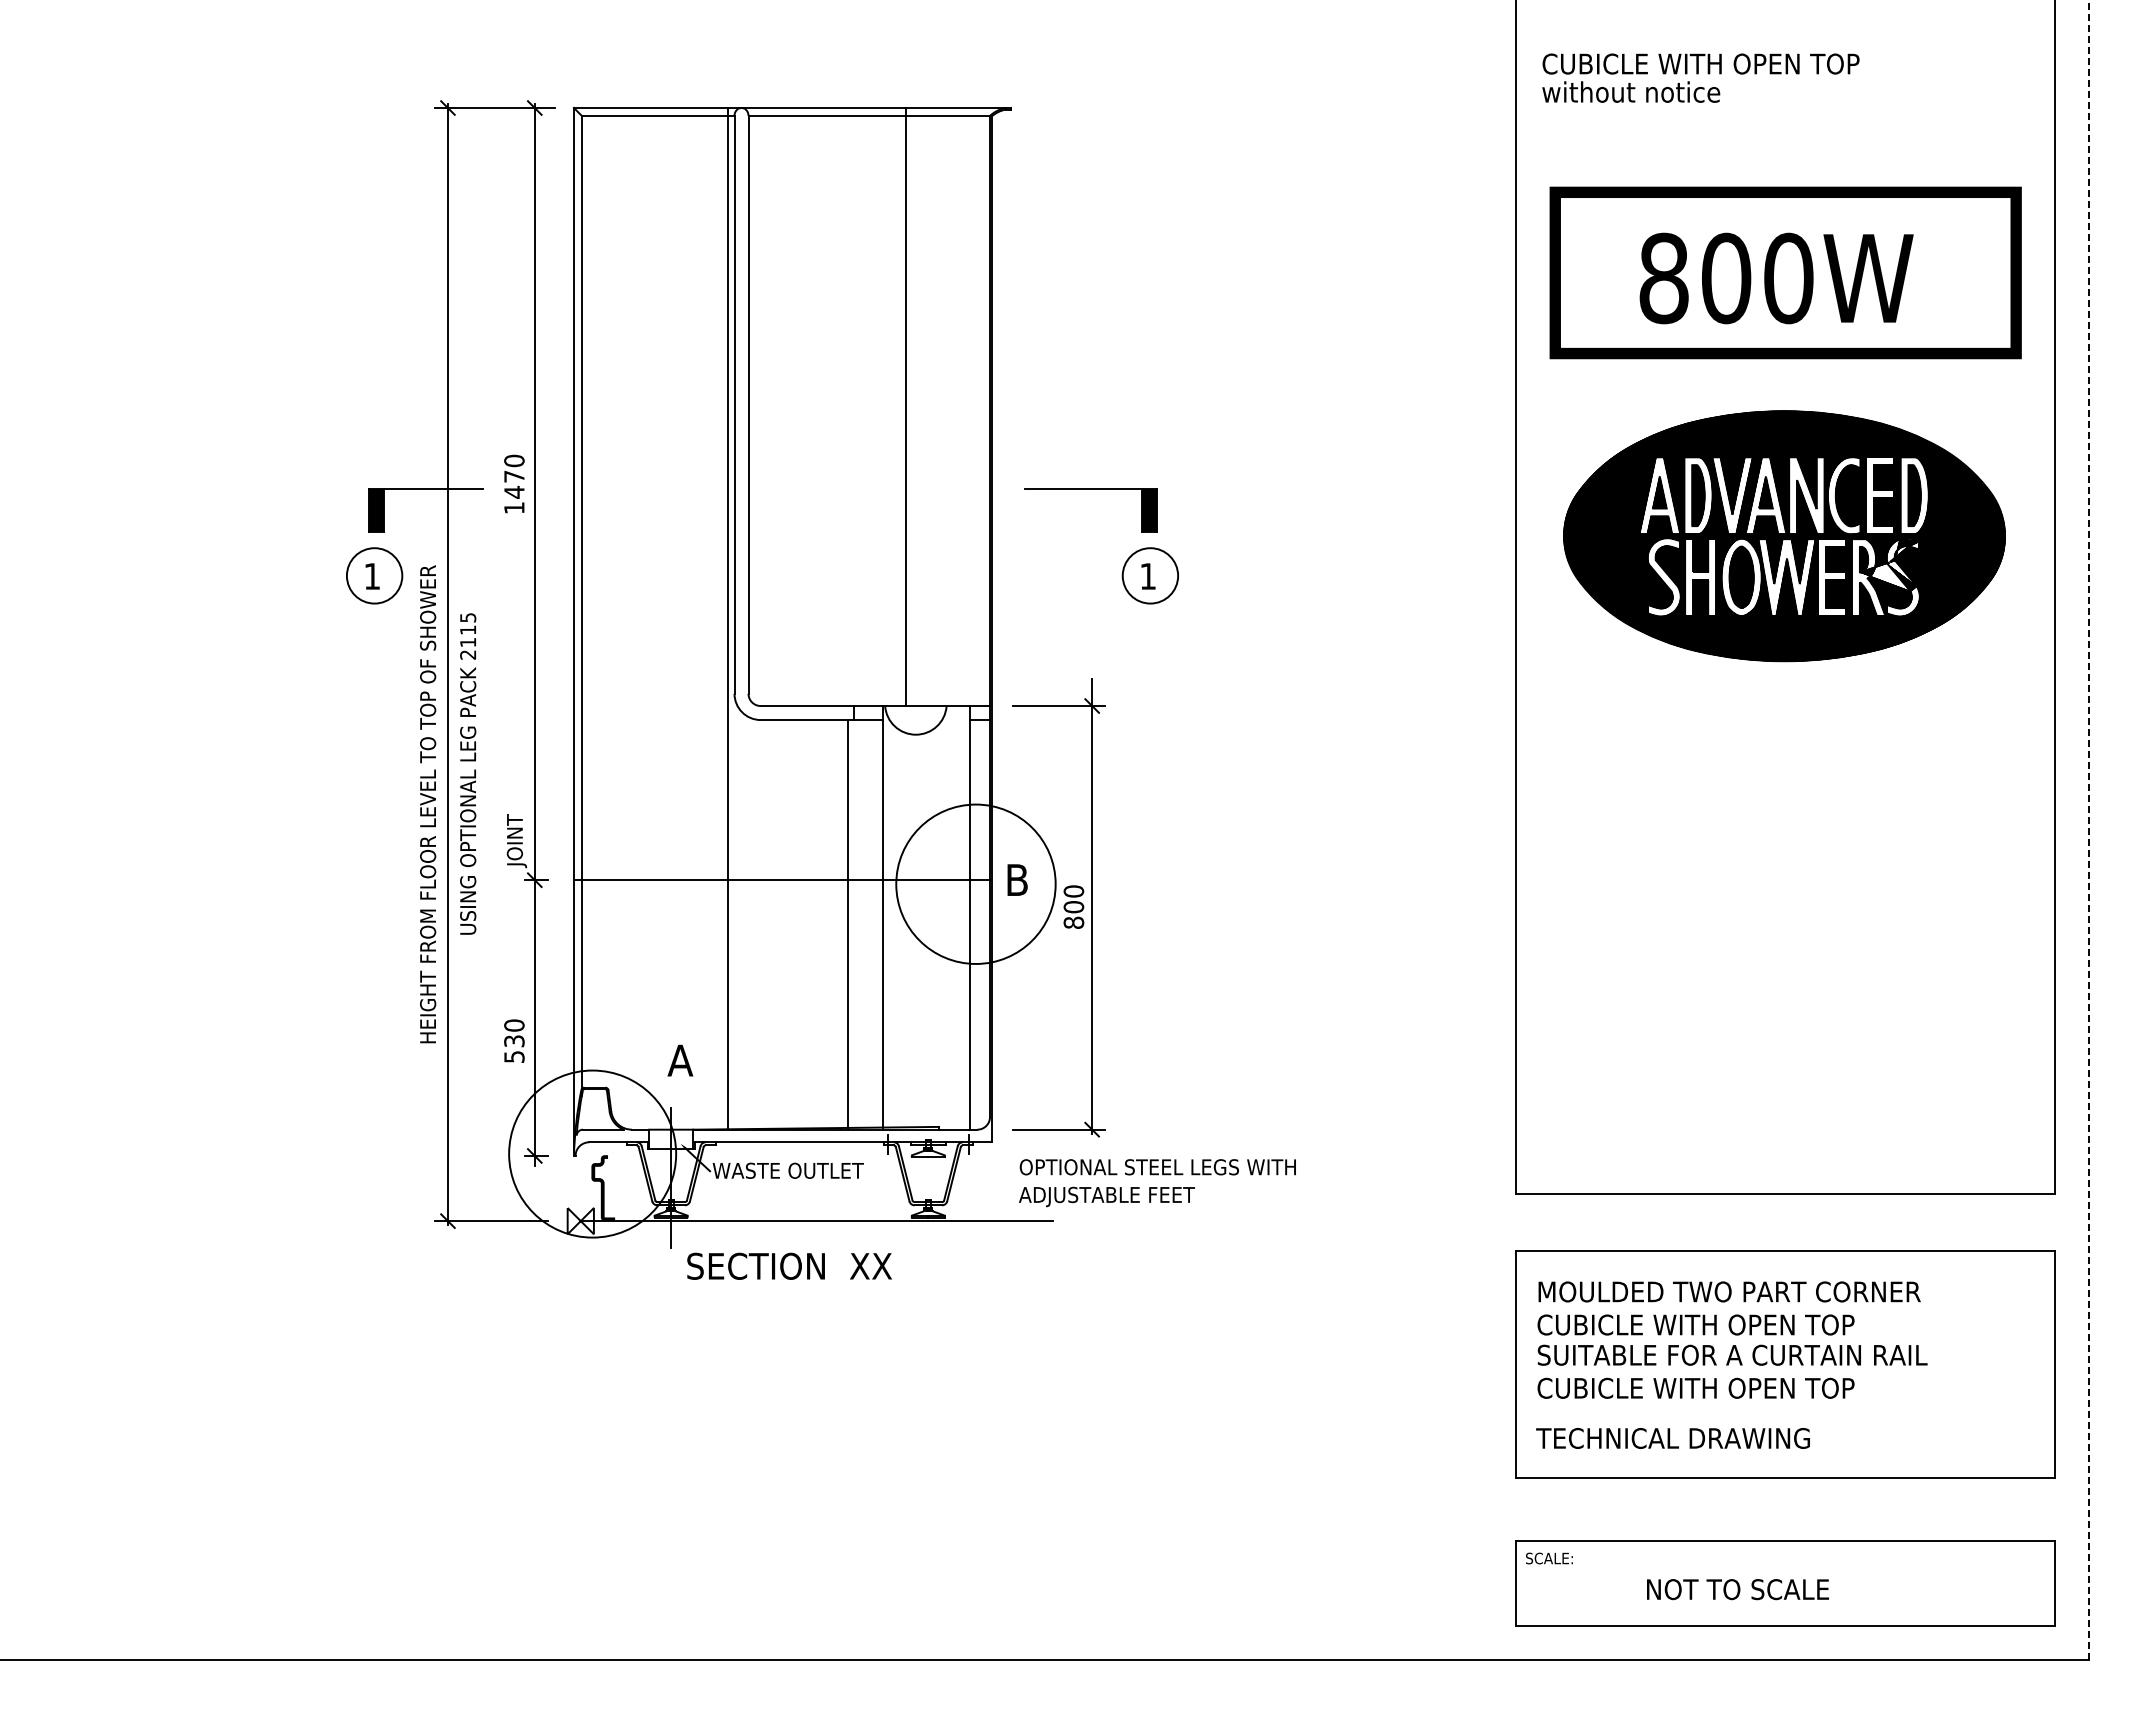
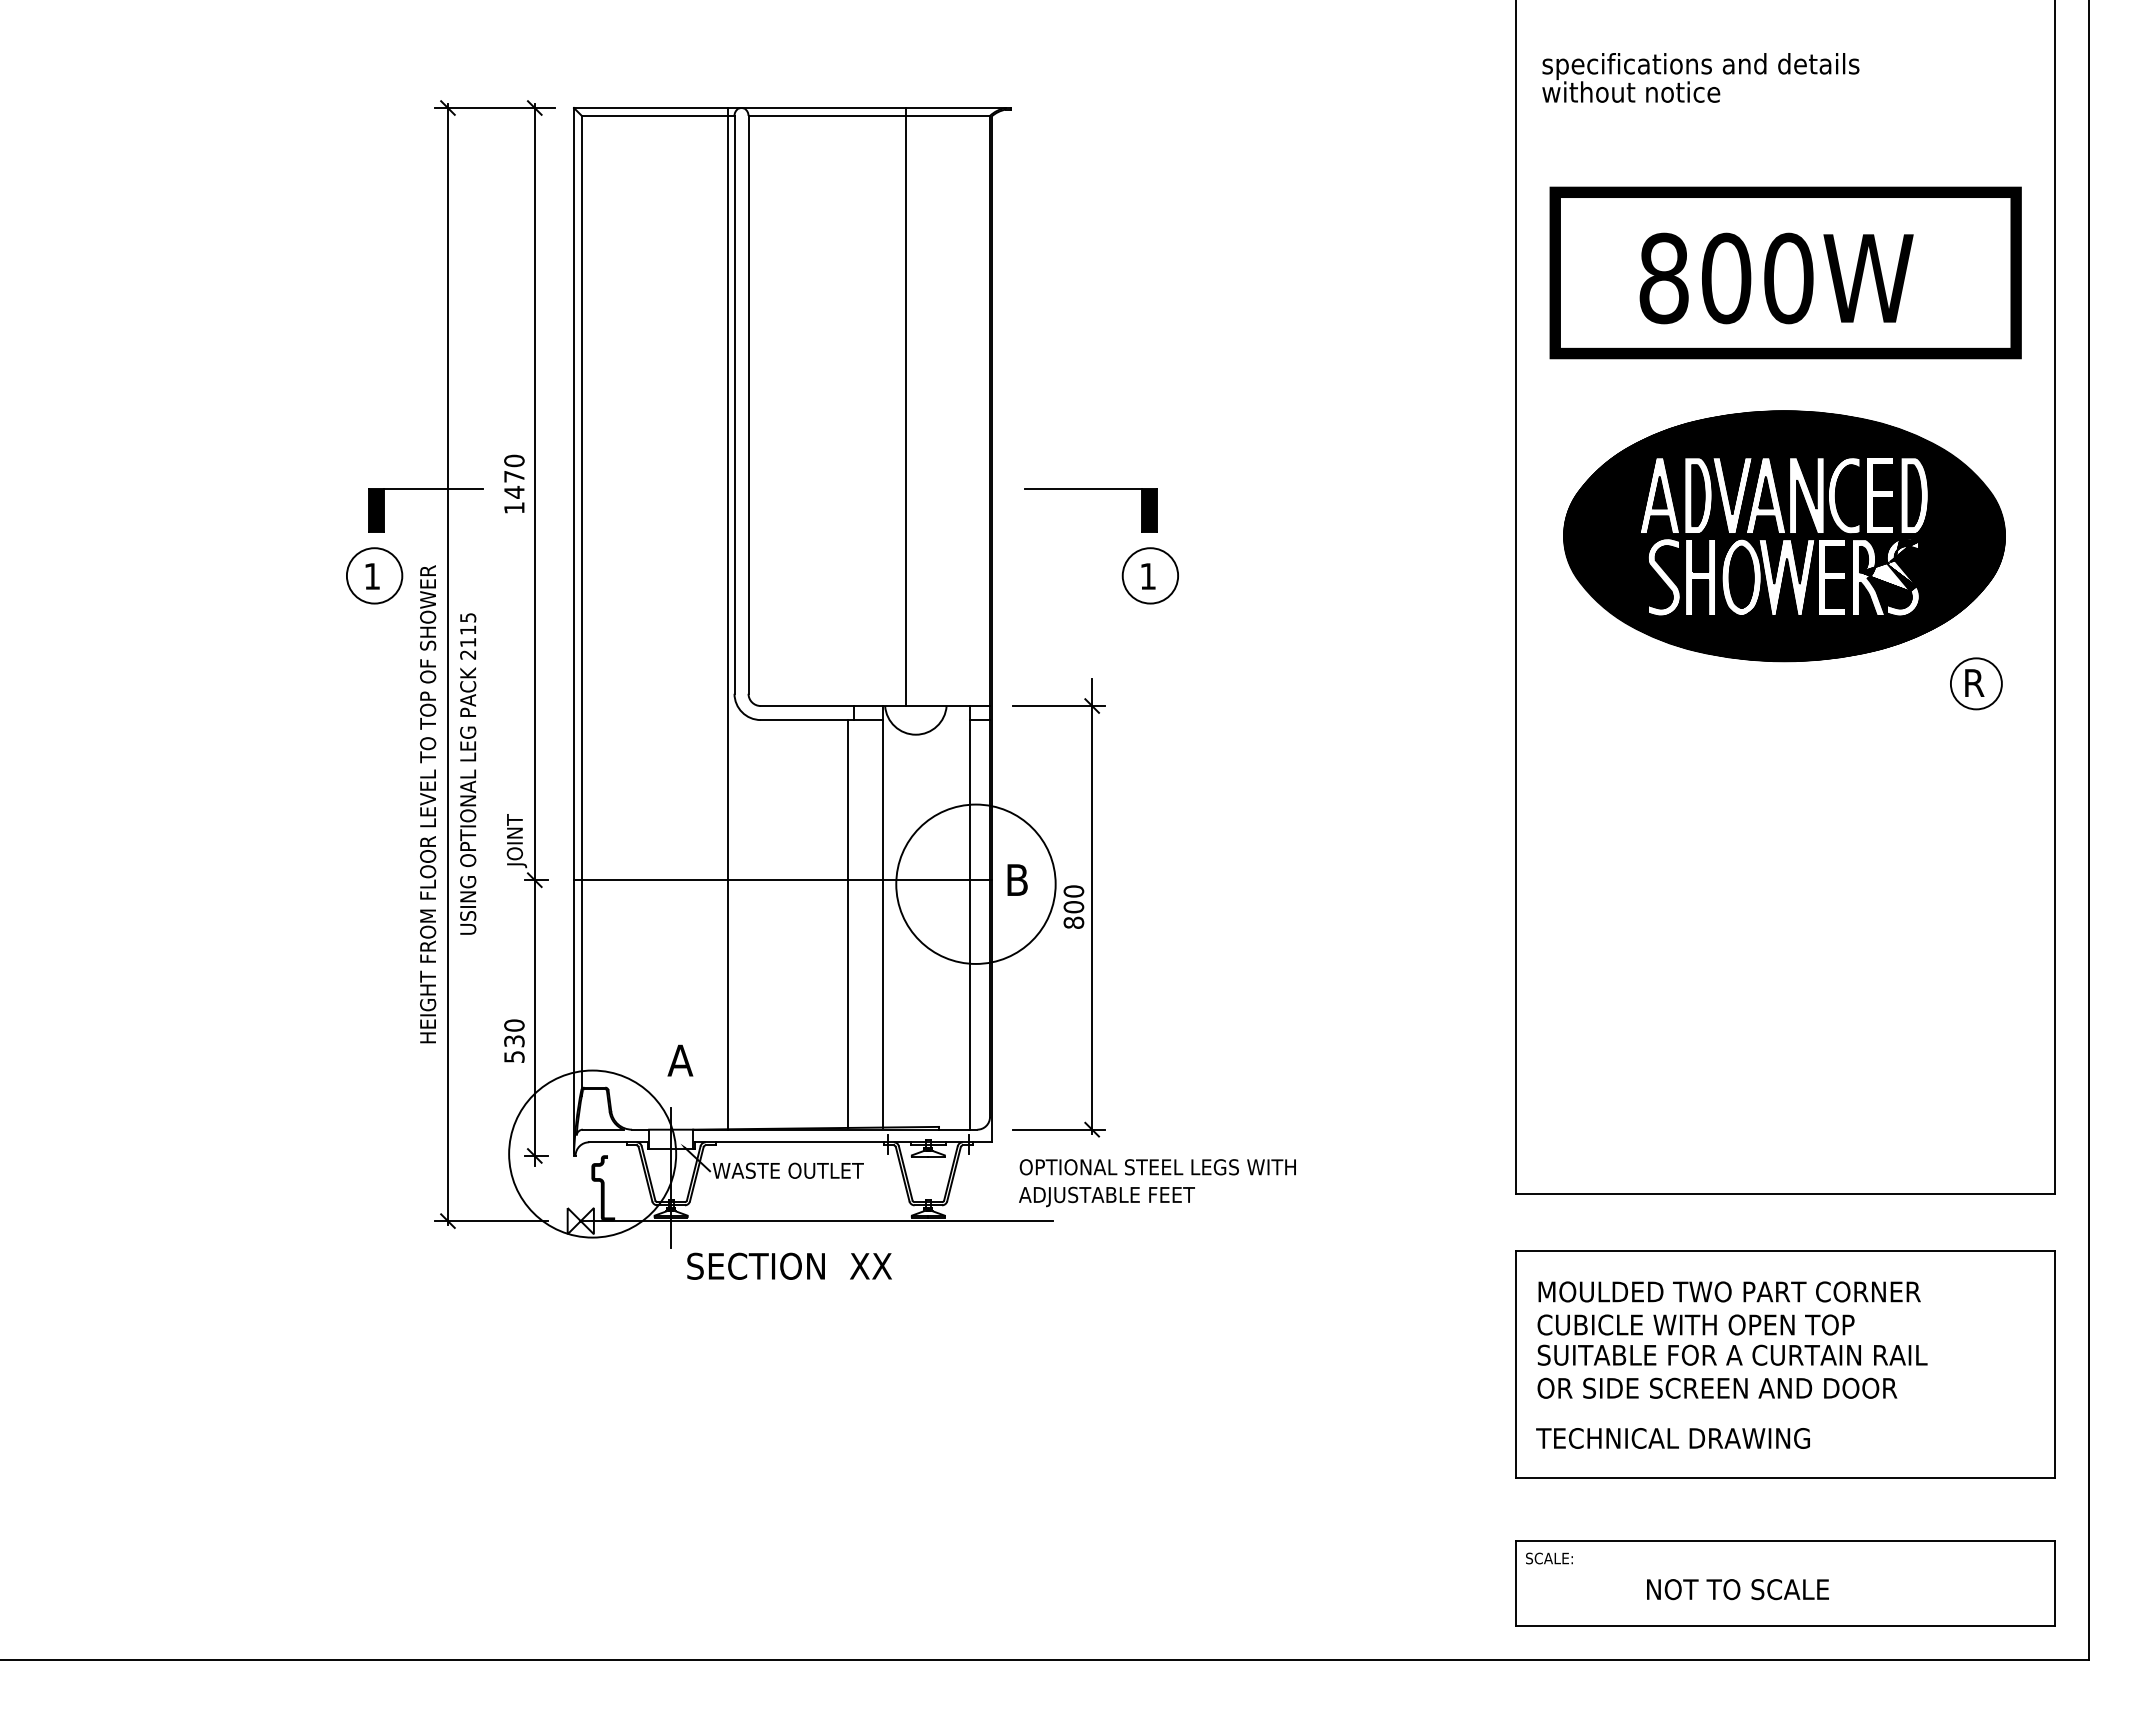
text at (1700, 66): CUBICLE WITH OPEN TOP -> specifications and details
part at (1976, 683): none -> present
line at (2089, 830): dashed -> solid
text at (1720, 1387): CUBICLE WITH OPEN TOP -> OR SIDE SCREEN AND DOOR
